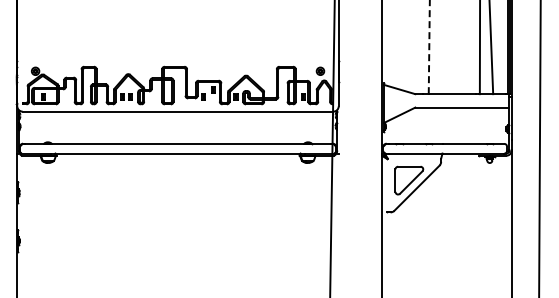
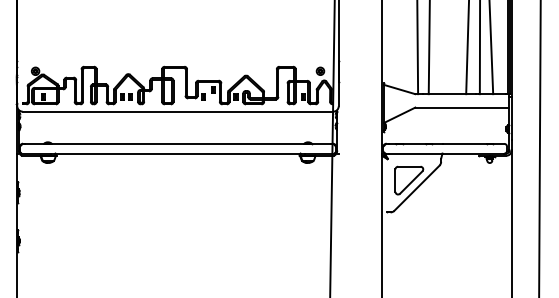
line at (429, 47): dashed -> solid
line at (417, 48): none -> present
line at (467, 48): none -> present
